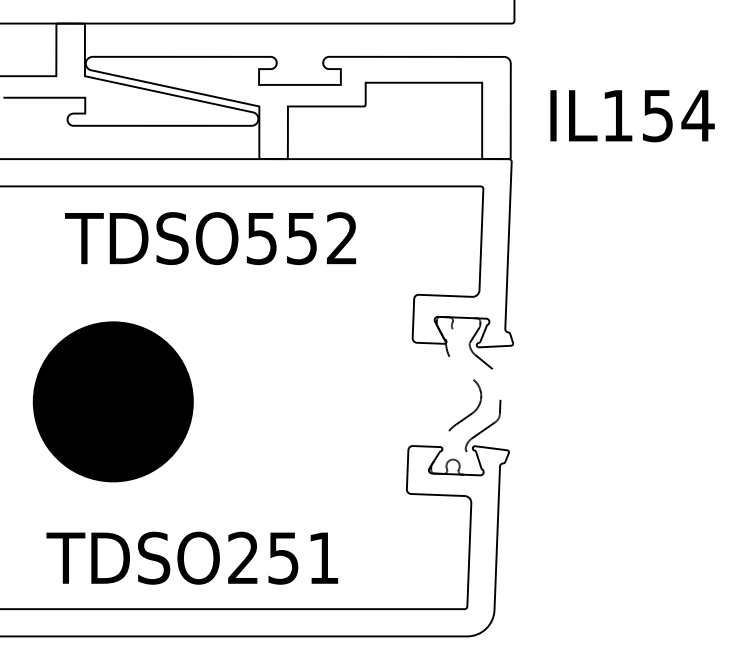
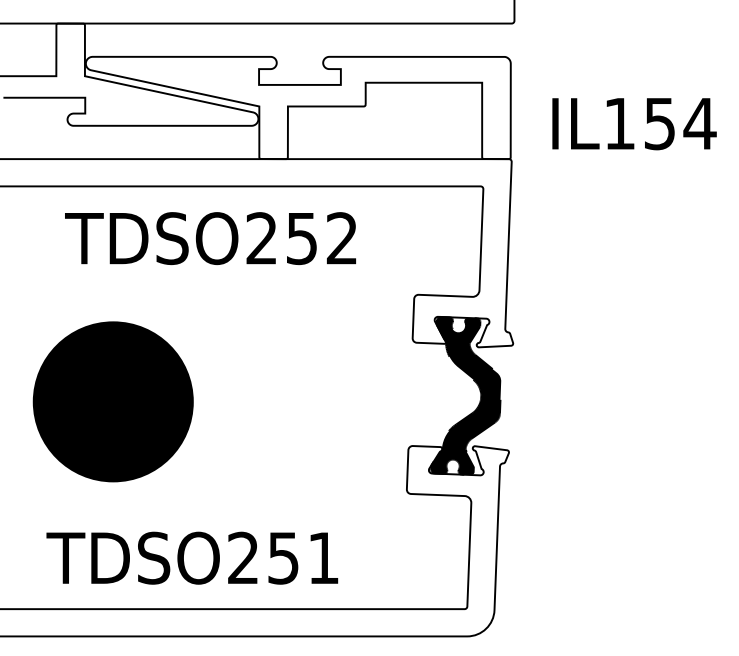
text at (632, 116) position: (632, 116) -> (634, 124)
text at (261, 238): TDSO552 -> TDSO252
fill at (466, 395): none -> present
